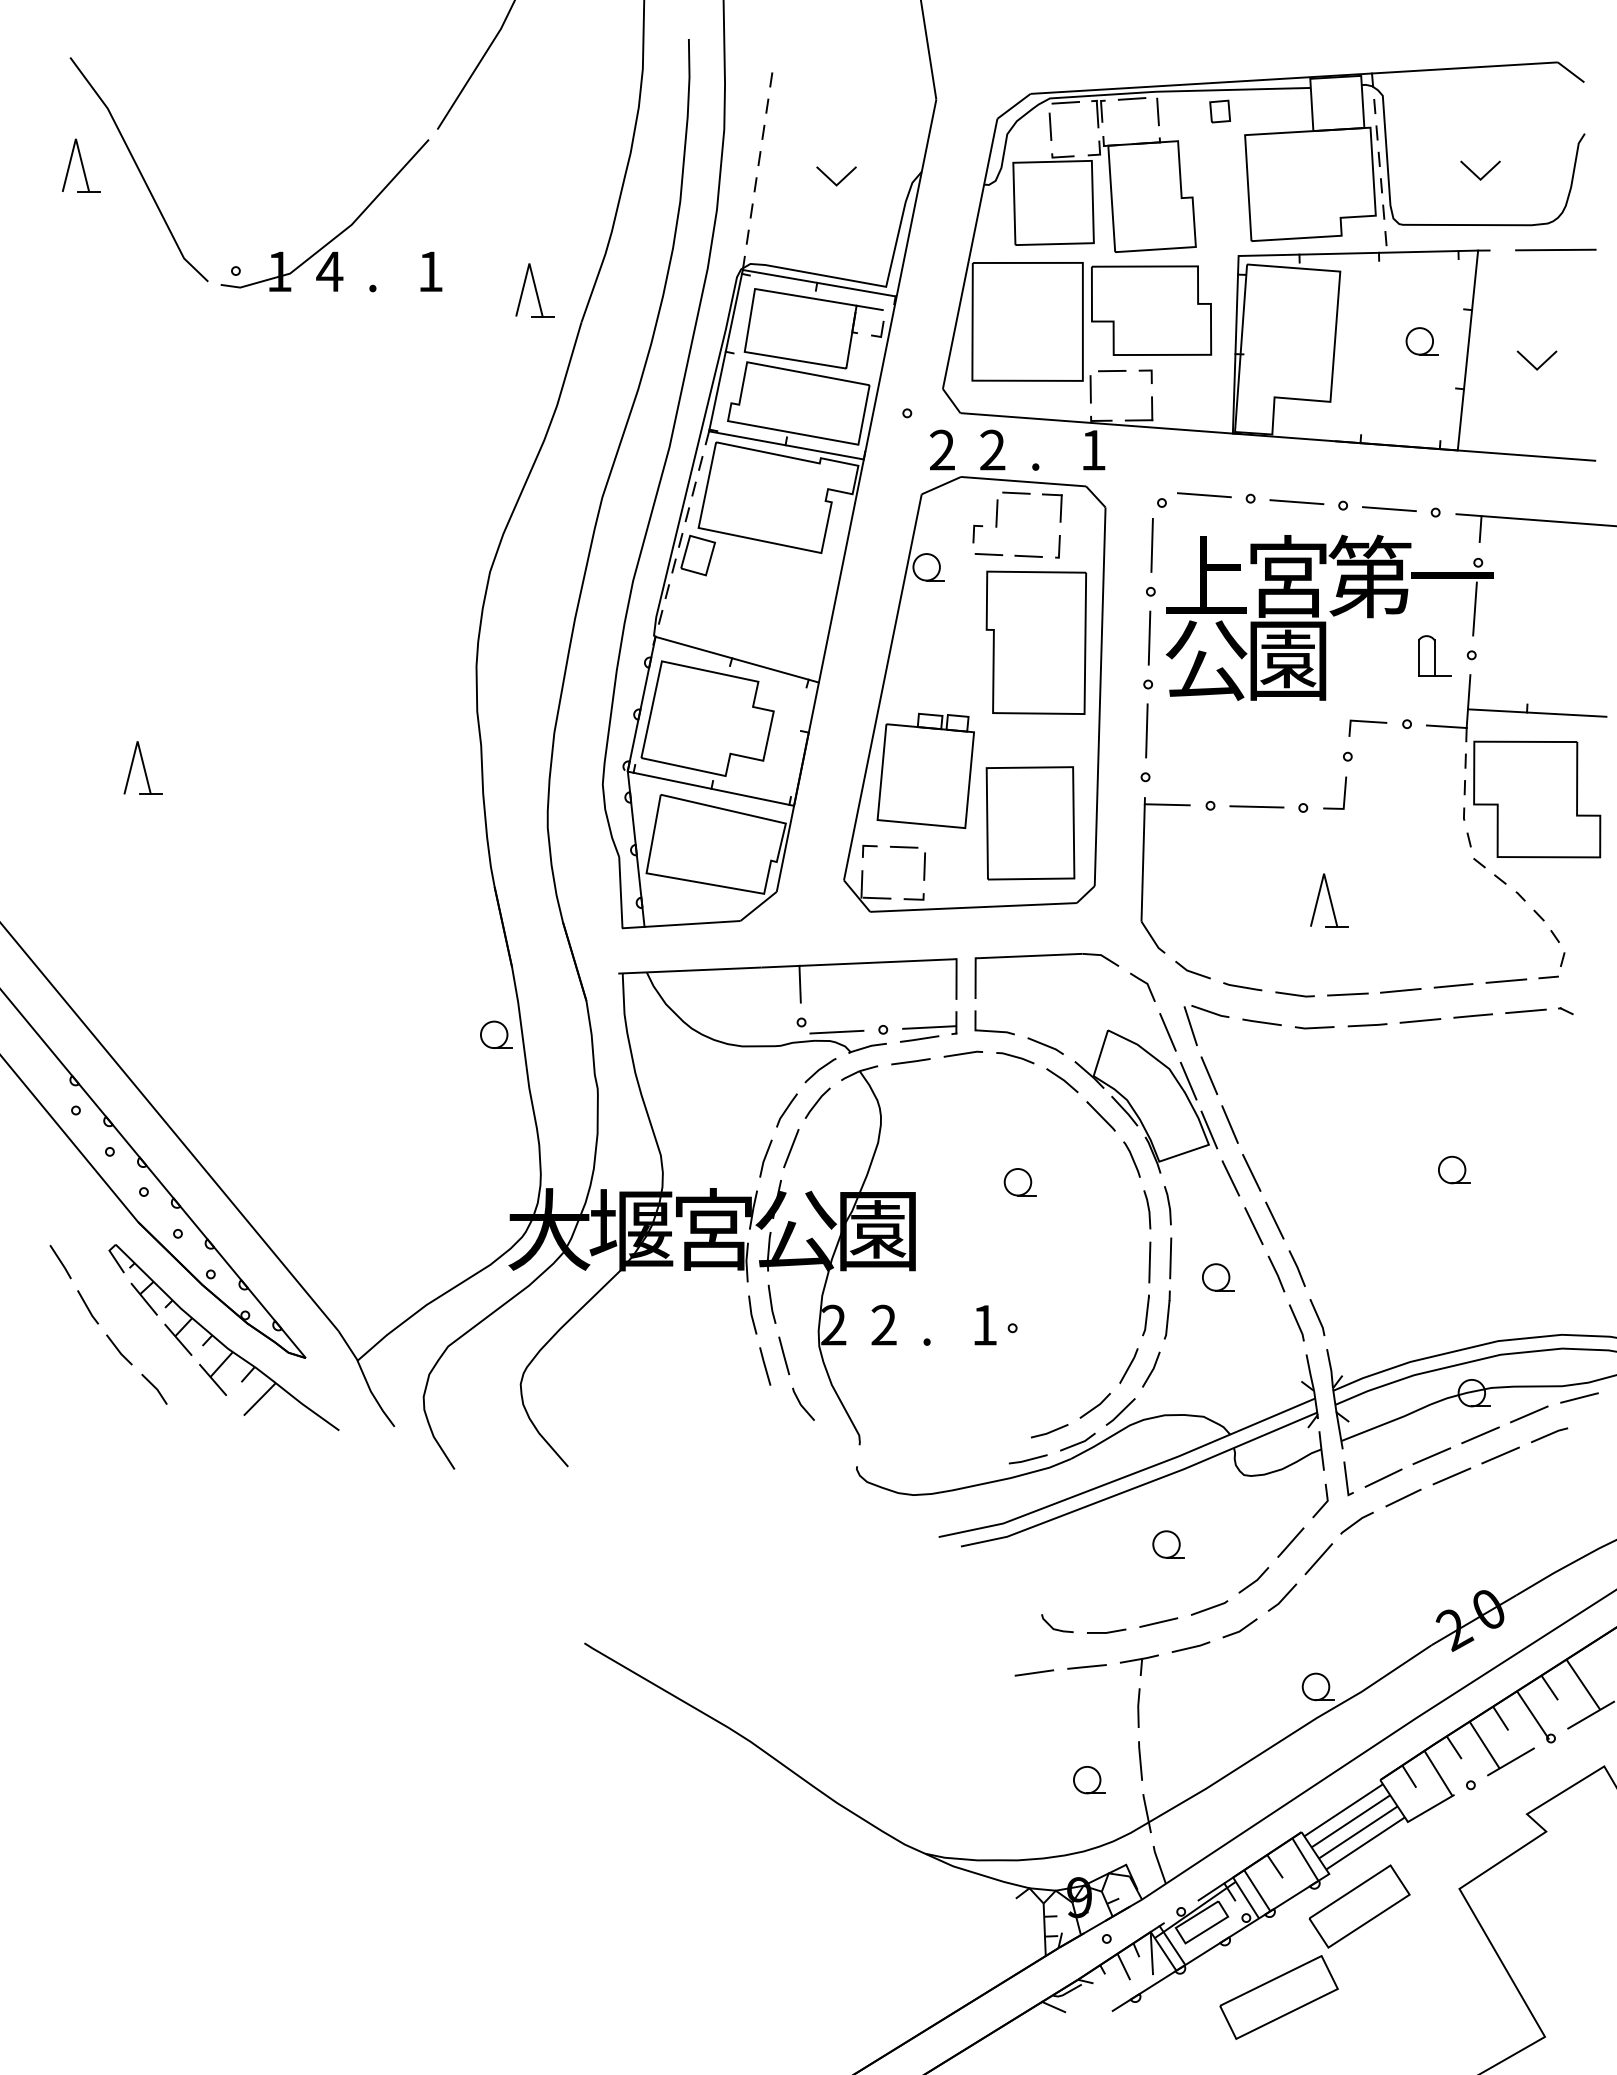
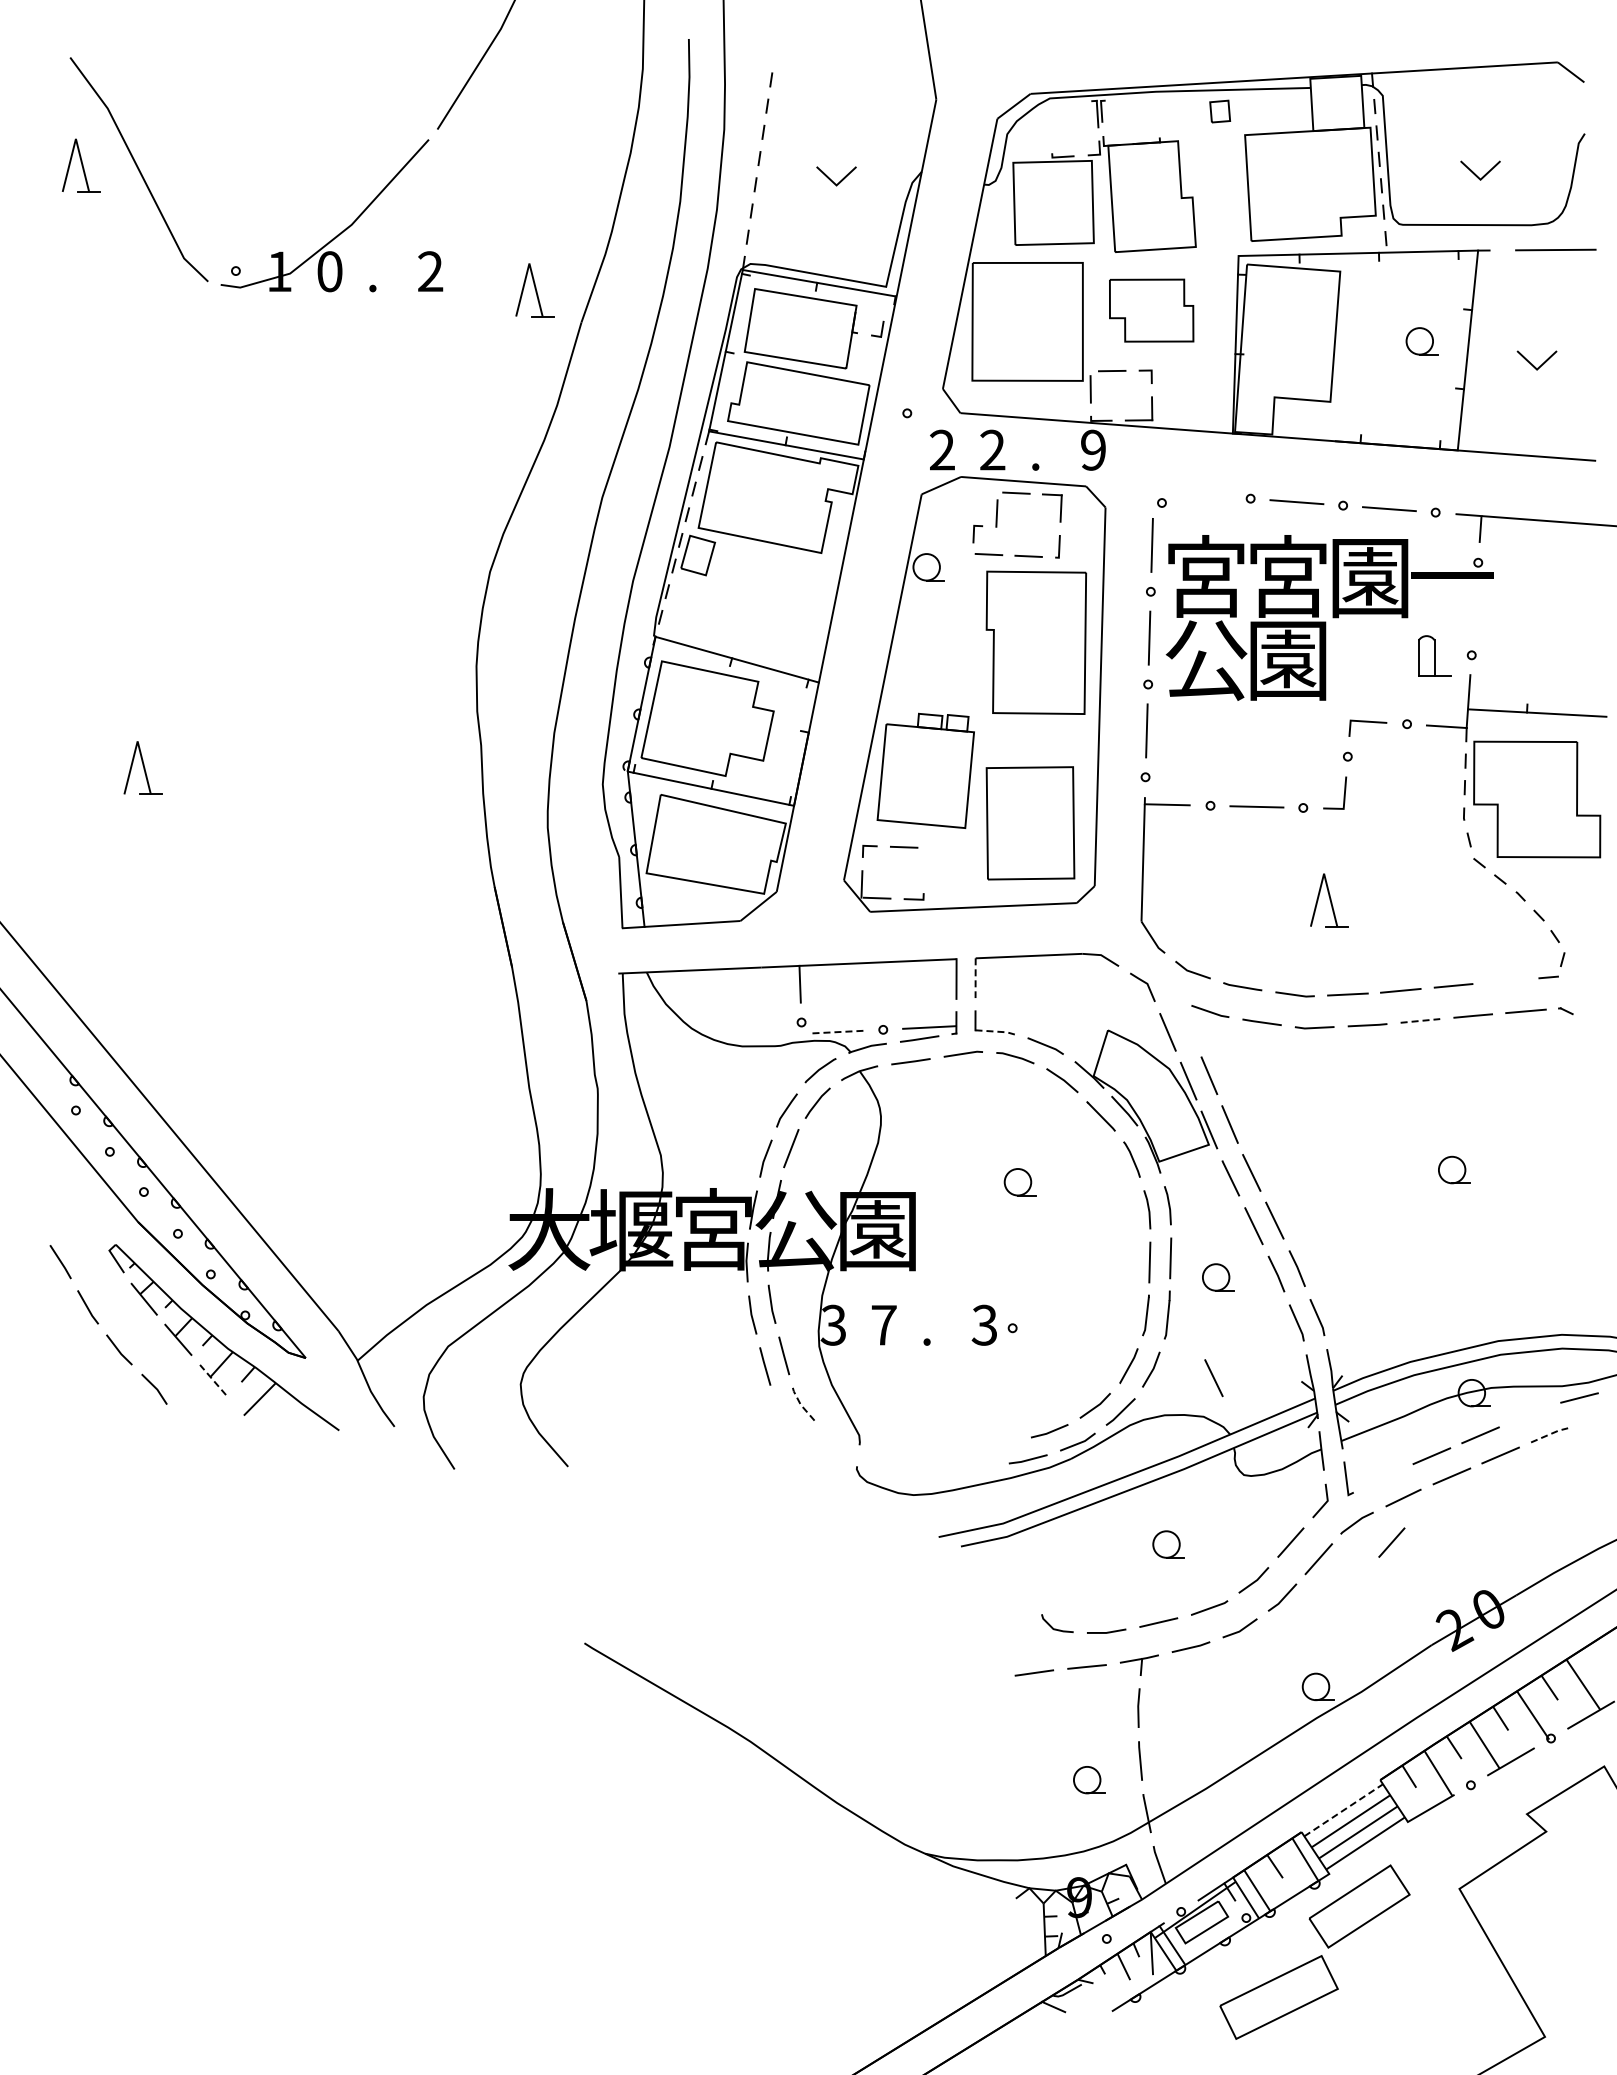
line at (1131, 98): present -> none
line at (1065, 102): present -> none
line at (1157, 111): present -> none
line at (1050, 126): present -> none
text at (329, 271): 4 -> 0
text at (430, 271): 1 -> 2
line at (869, 307): present -> none
part at (1151, 310) size: 122x91 px -> 86x65 px
text at (1093, 449): 1 -> 9
line at (1203, 495): present -> none
text at (1206, 576): 上 -> 宮
text at (1369, 576): 第 -> 園
line at (1474, 608): present -> none
line at (924, 866): present -> none
line at (975, 978): solid -> dashed
line at (1506, 980): present -> none
line at (1420, 1020): solid -> dashed
line at (1190, 1026): present -> none
line at (996, 1031): solid -> dashed
line at (836, 1032): solid -> dashed
part at (496, 1034): present -> none
text at (883, 1324): 2 -> 7
text at (983, 1324): 1 -> 3
text at (833, 1325): 2 -> 3
line at (1213, 1378): none -> present
line at (213, 1379): solid -> dashed
line at (800, 1404): solid -> dashed
line at (1529, 1414): present -> none
line at (1550, 1434): solid -> dashed
line at (1383, 1477): present -> none
line at (1391, 1542): none -> present
line at (1344, 1810): solid -> dashed
